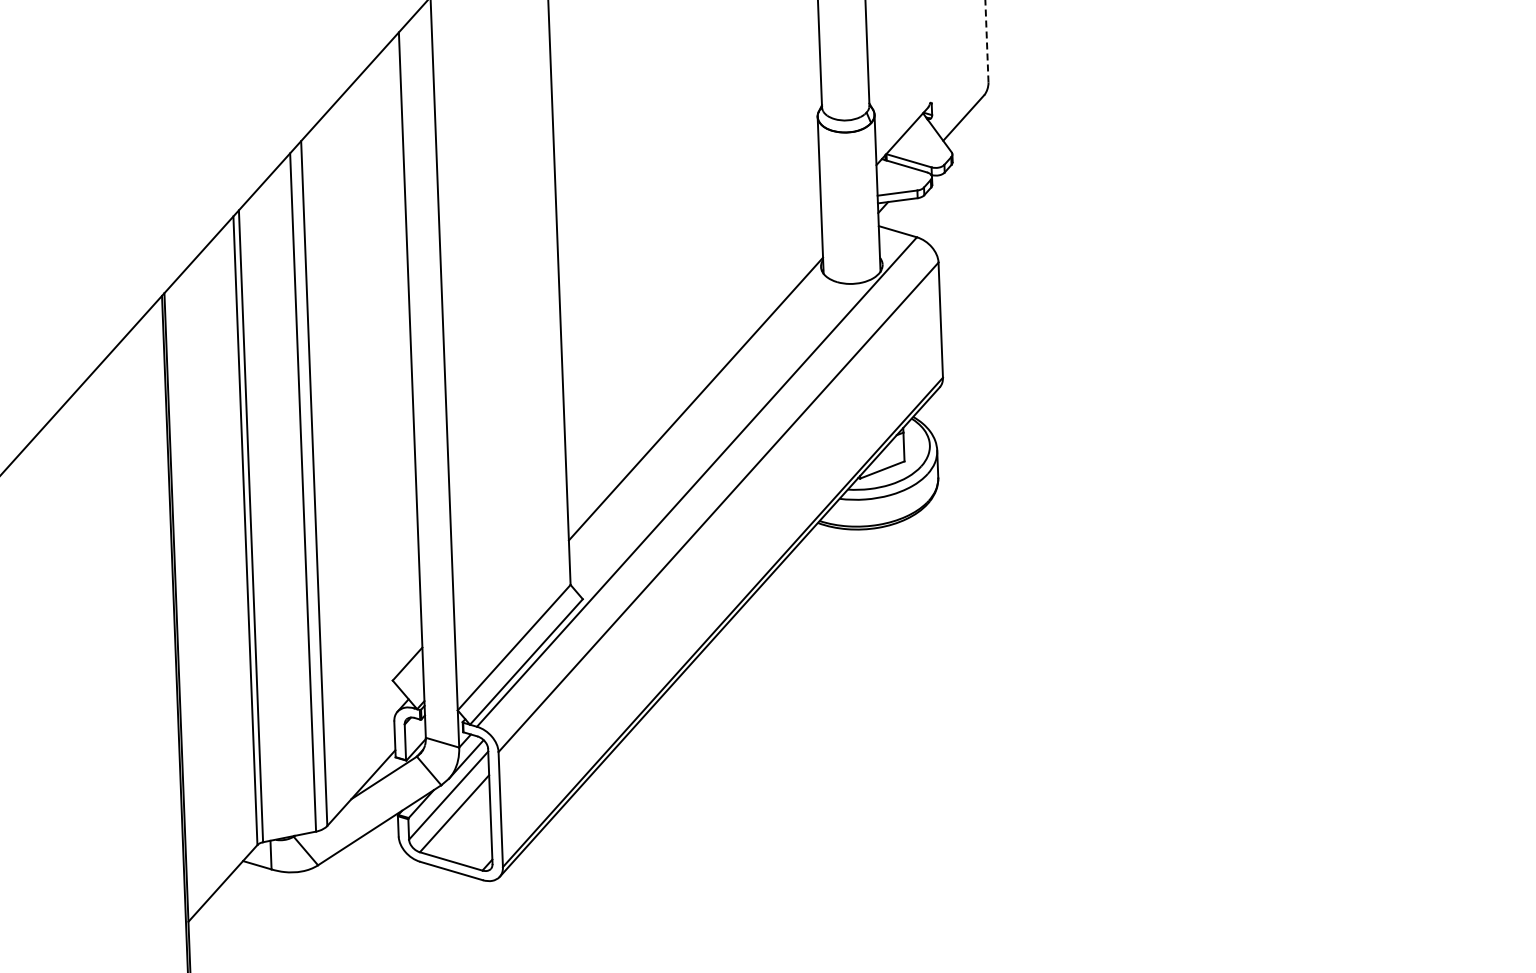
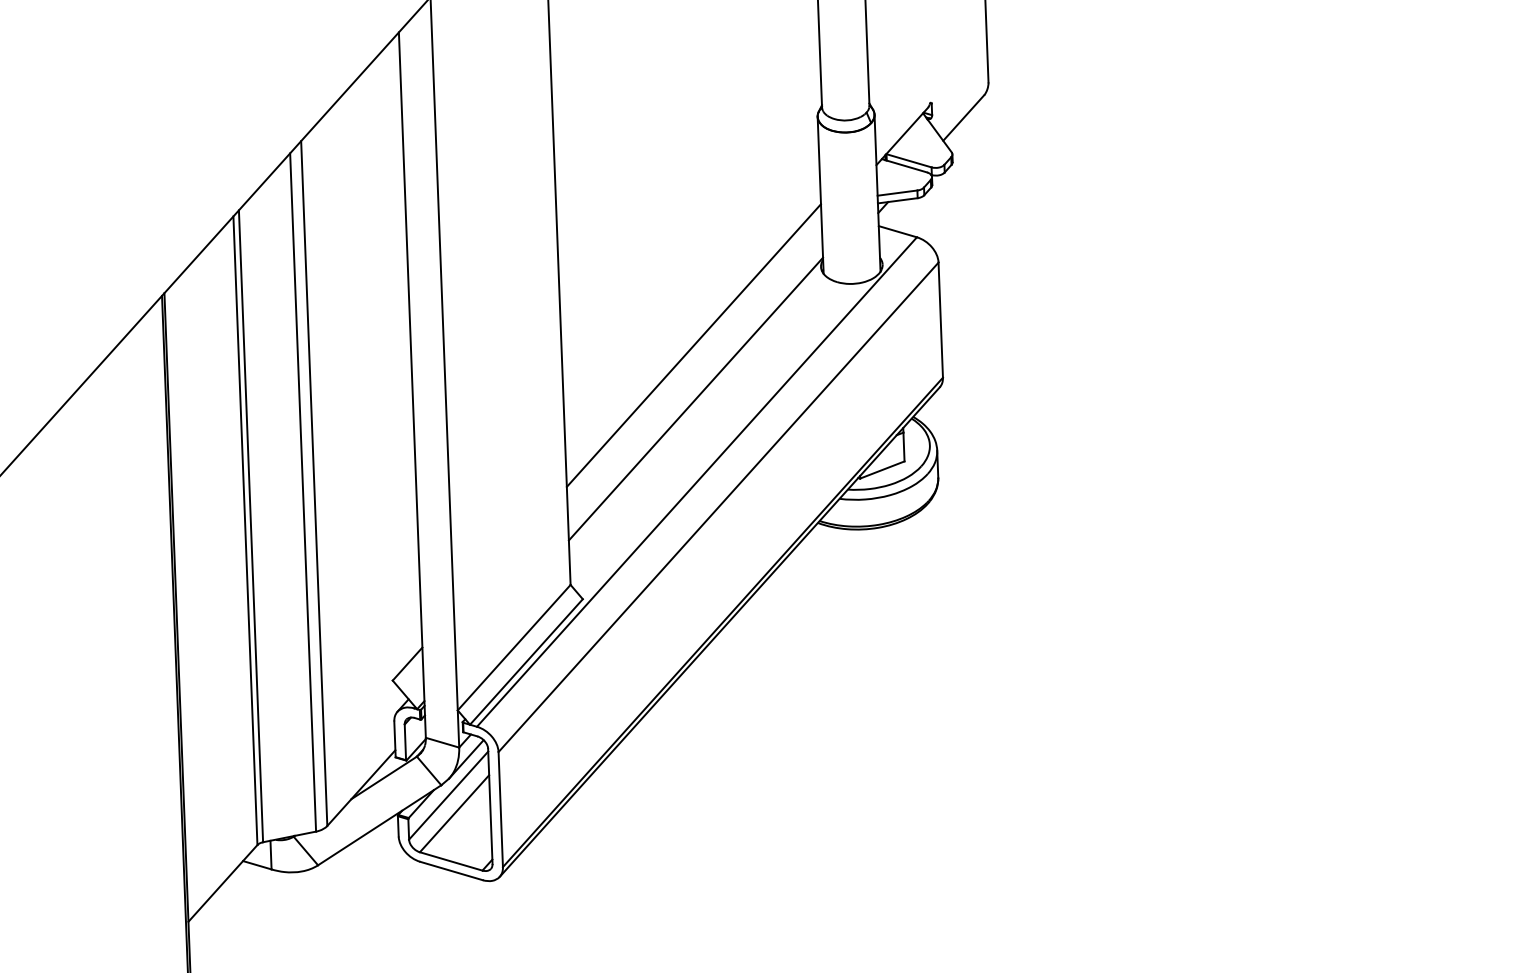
line at (986, 41): dashed -> solid
line at (693, 345): none -> present
